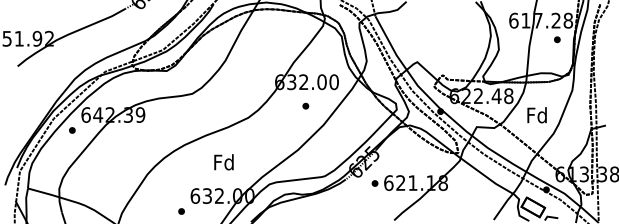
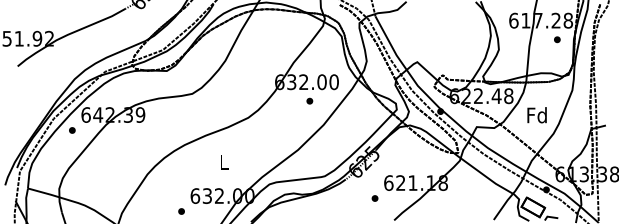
part at (305, 105) position: (305, 105) -> (309, 100)
text at (223, 162): Fd -> L
part at (374, 183) position: (374, 183) -> (374, 198)
